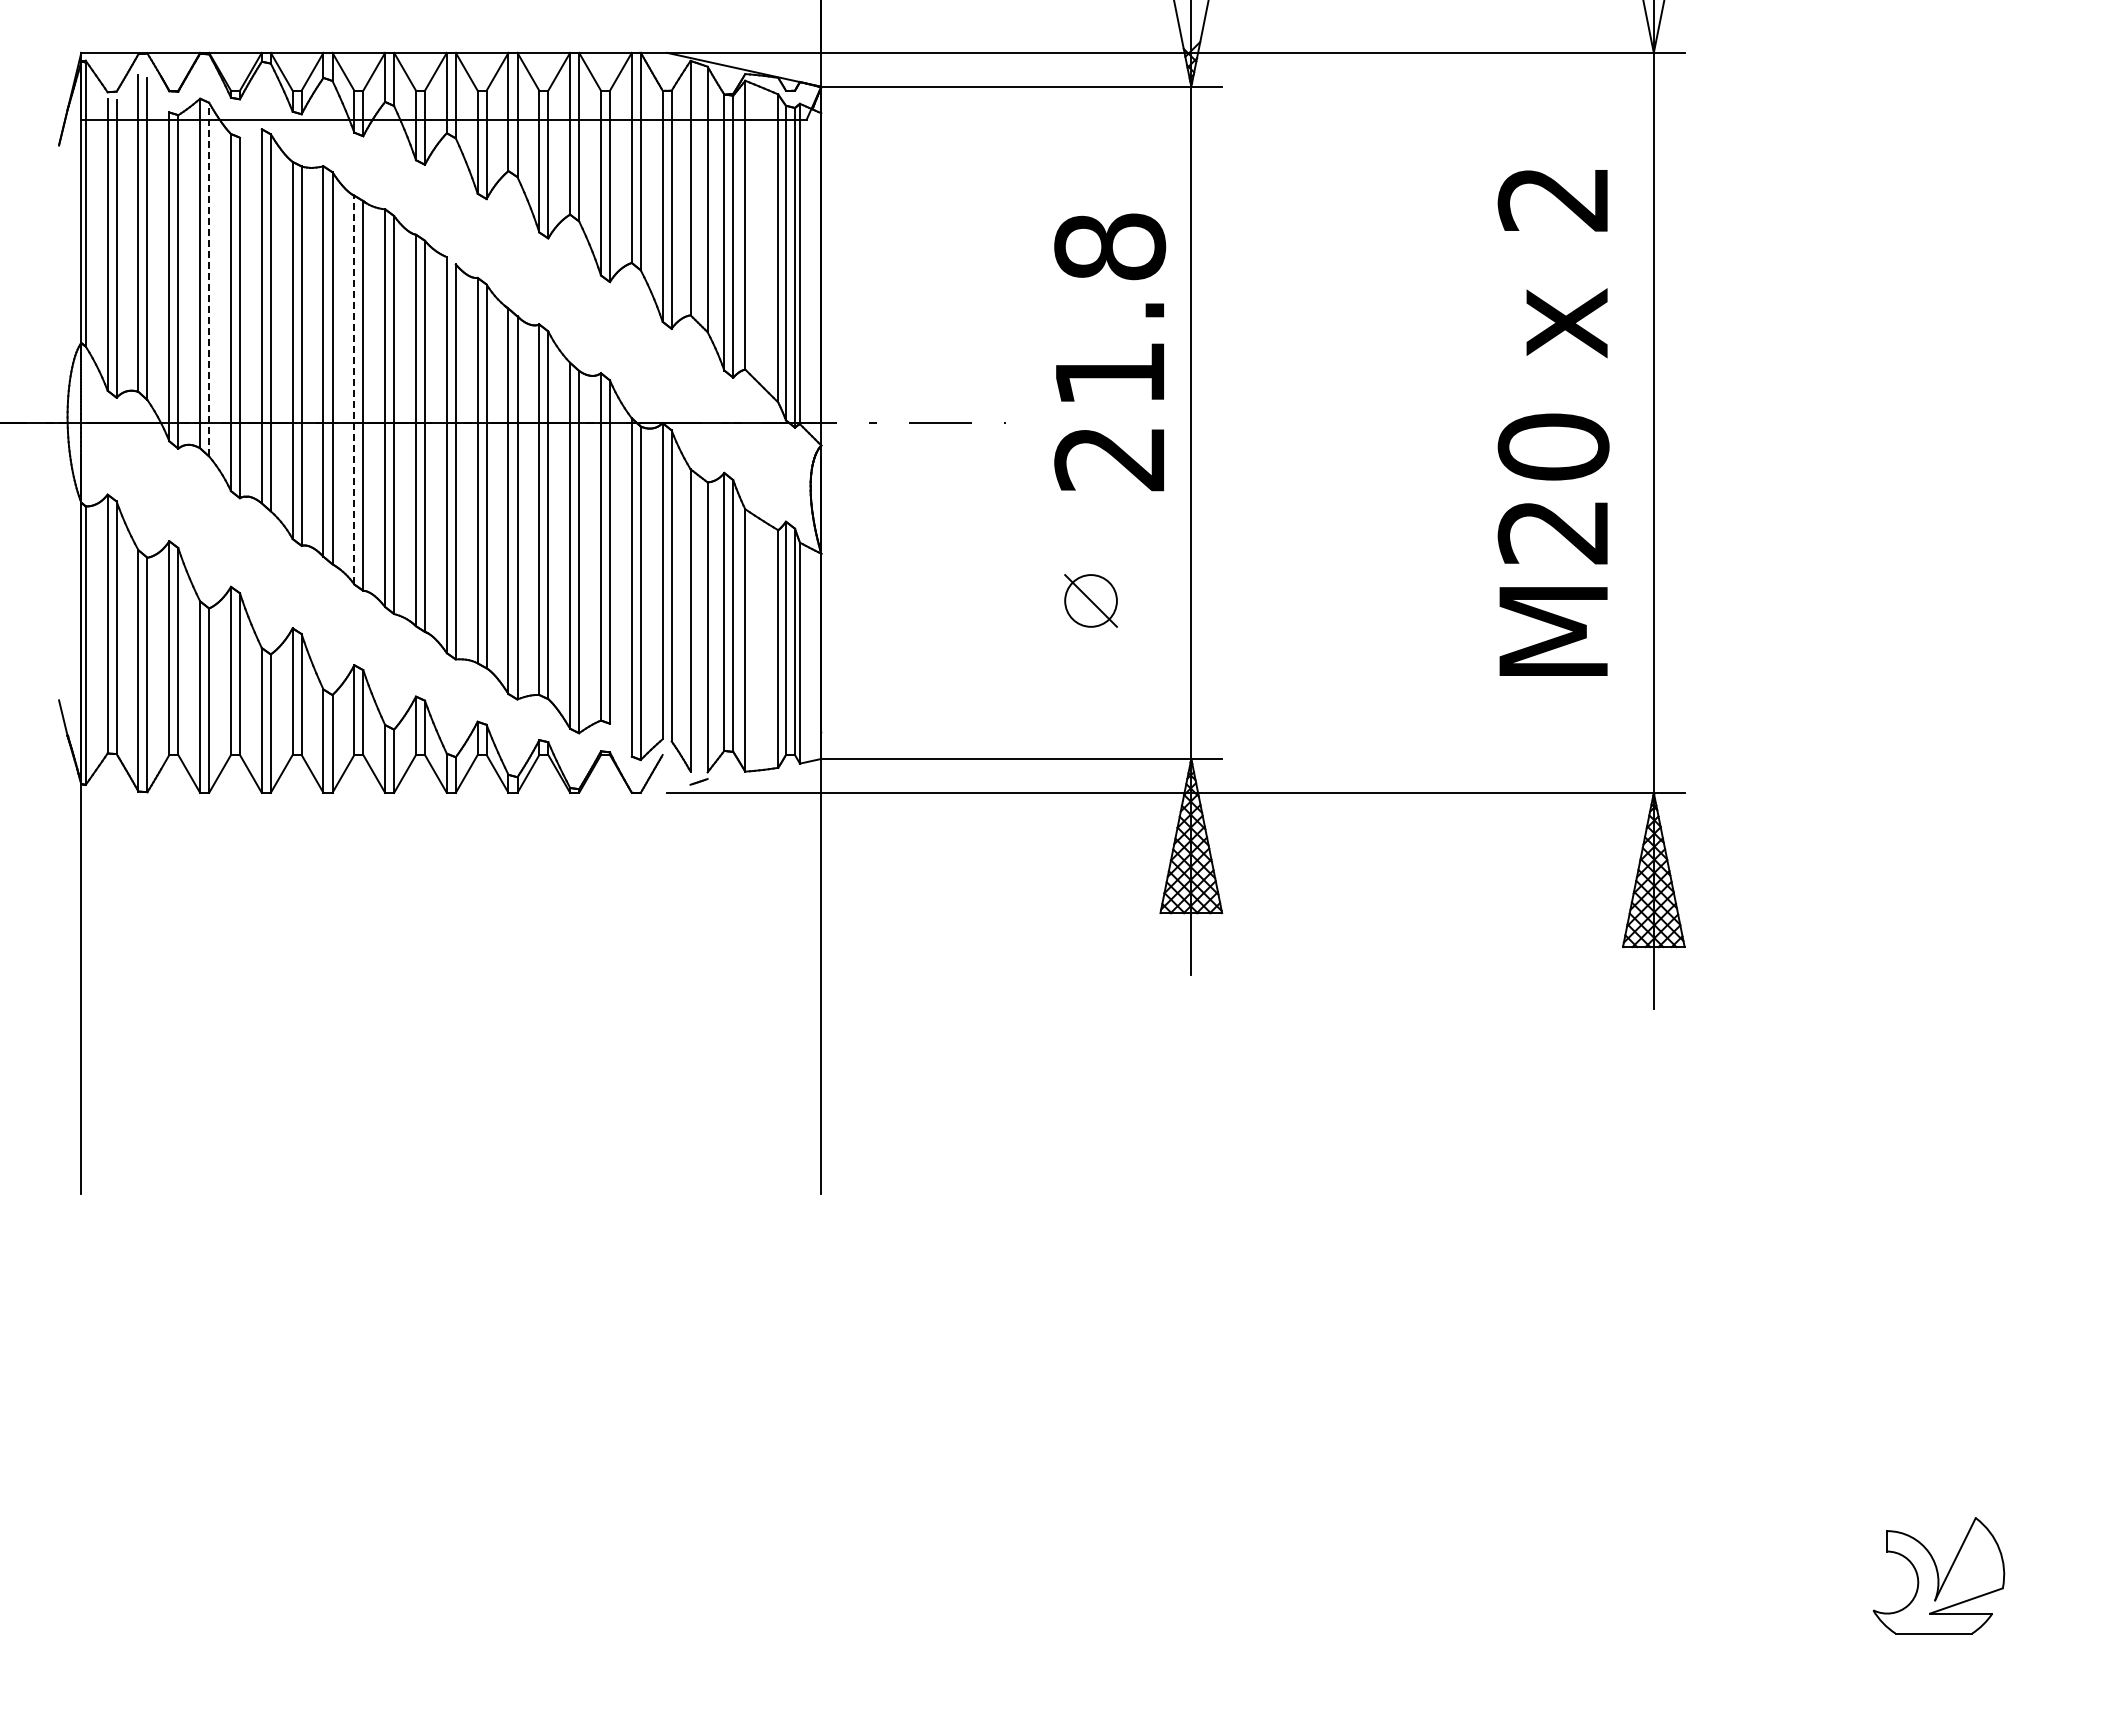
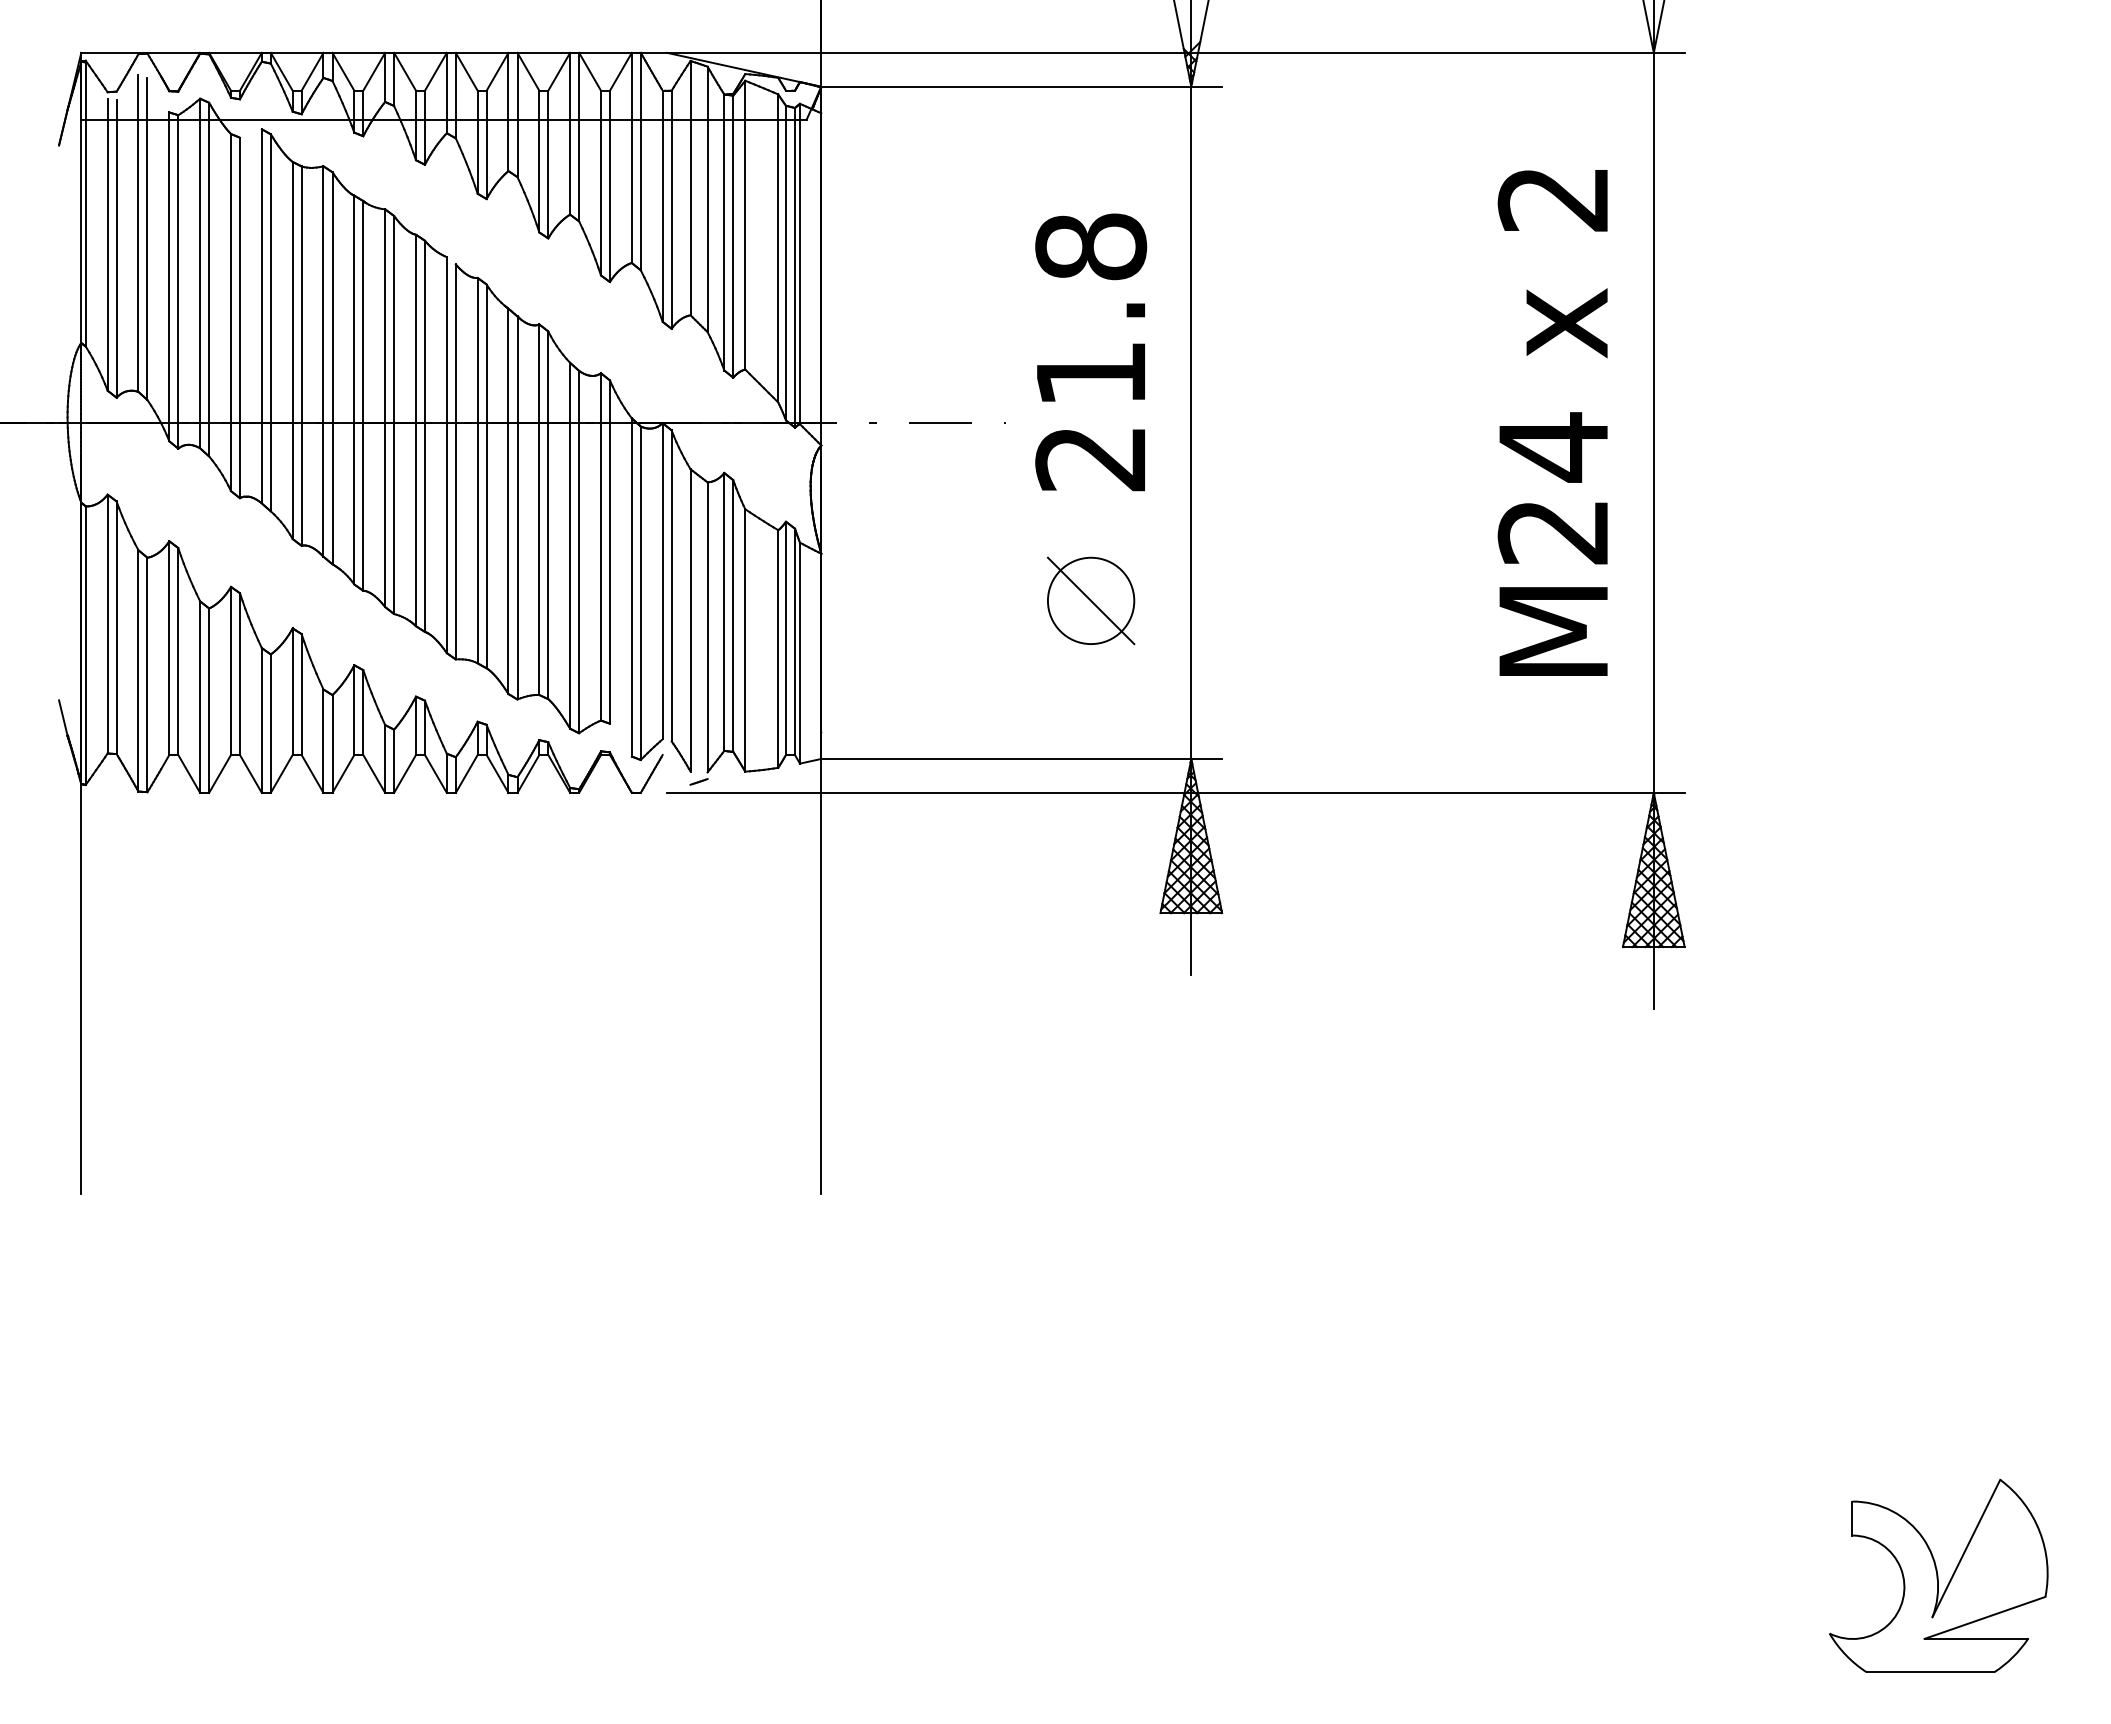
line at (209, 279): dashed -> solid
text at (1110, 352) position: (1110, 352) -> (1091, 352)
line at (354, 389): dashed -> solid
text at (1553, 447): M20 -> M24
part at (1090, 600) size: 54x54 px -> 90x90 px
part at (1938, 1575) size: 134x118 px -> 220x195 px
